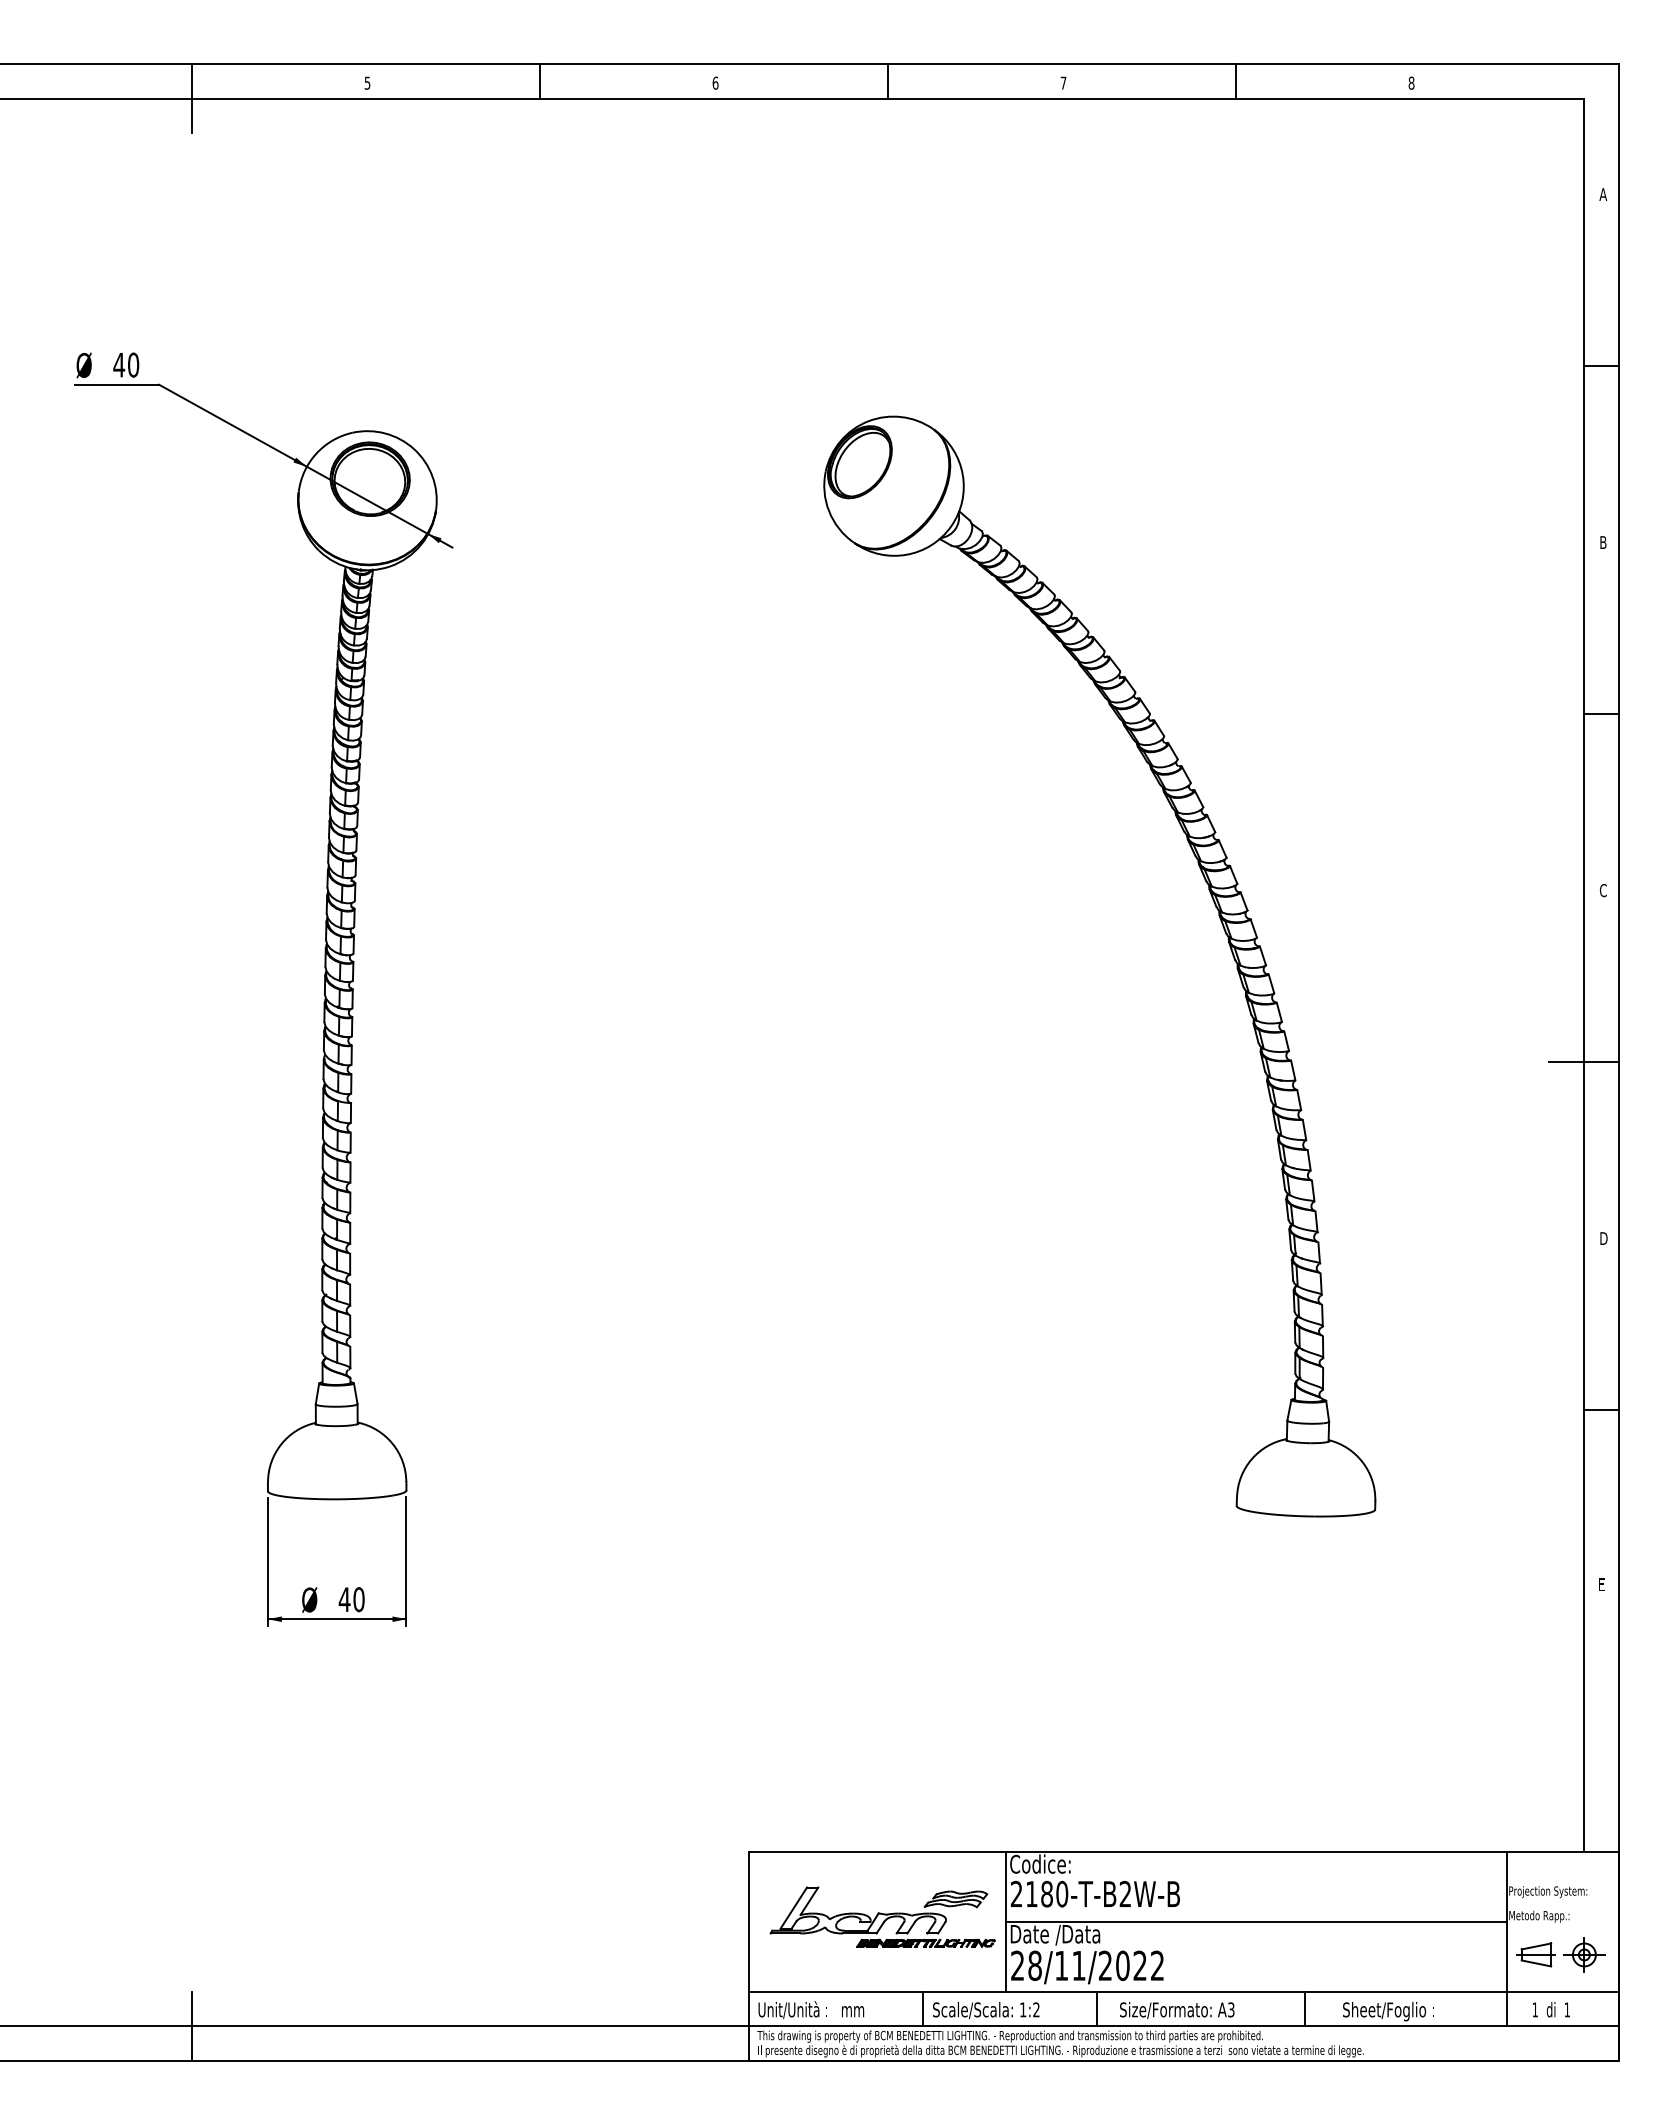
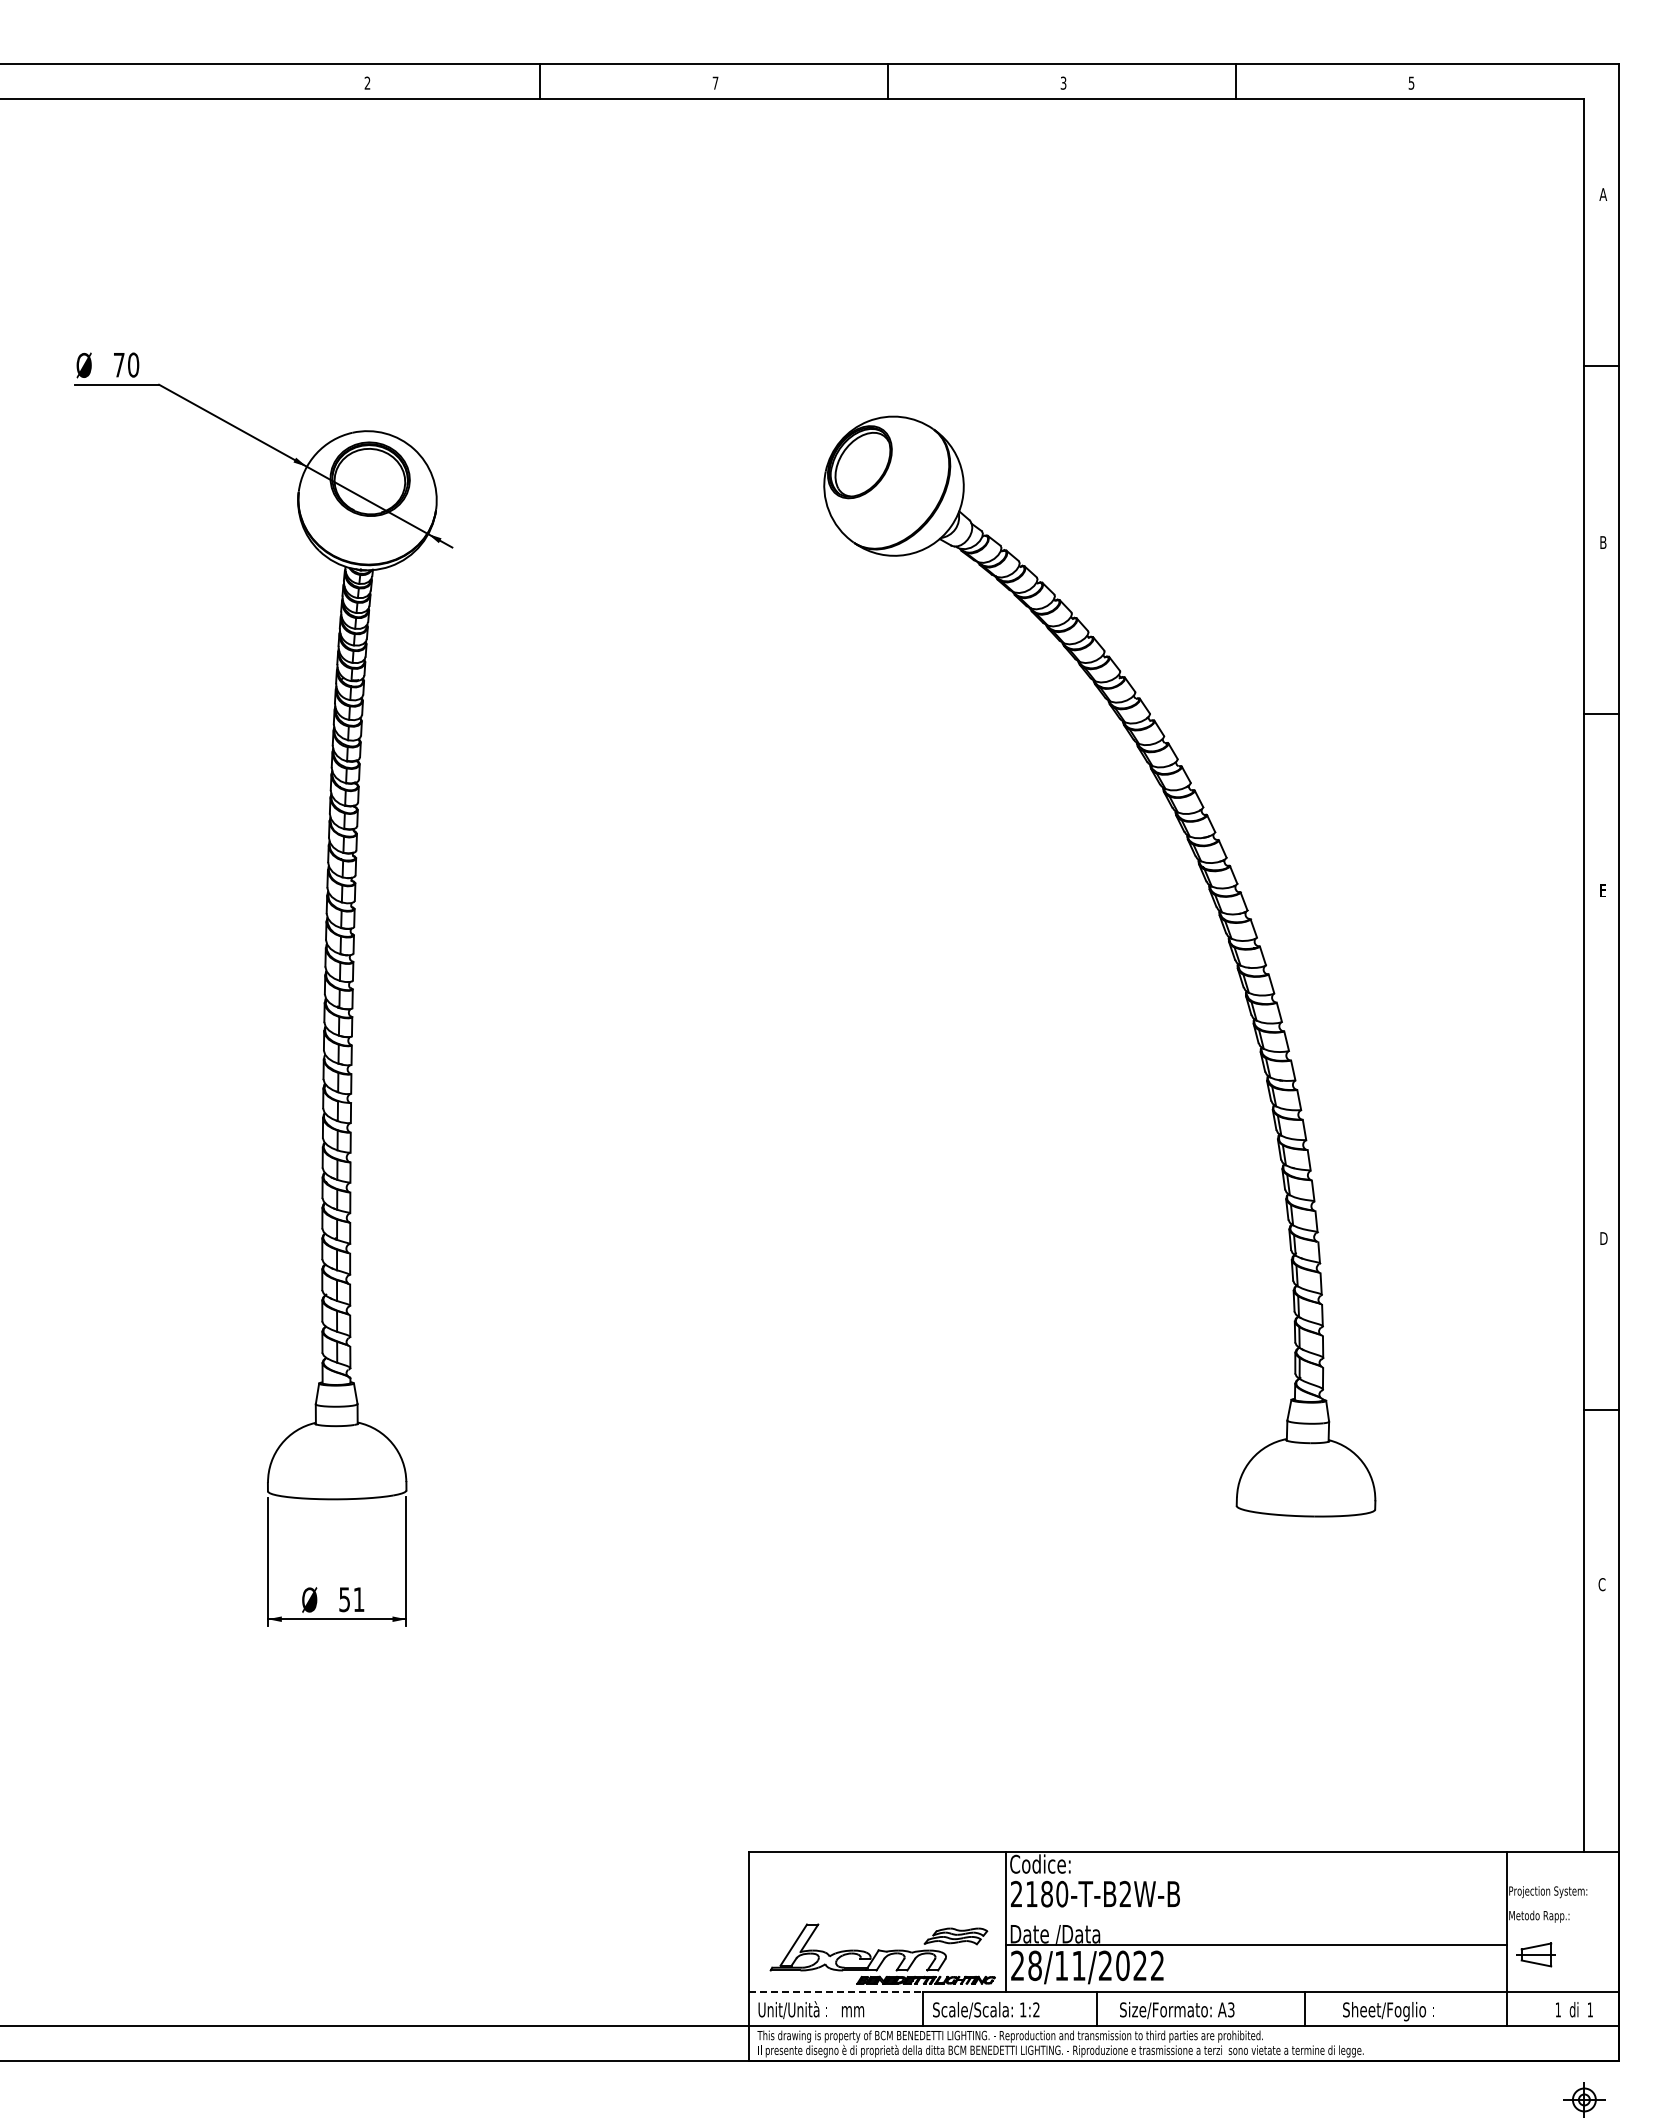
text at (367, 82): 5 -> 2
text at (715, 82): 6 -> 7
text at (1063, 82): 7 -> 3
text at (1411, 82): 8 -> 5
line at (192, 98): present -> none
text at (119, 365): 40 -> 70
text at (1602, 890): C -> E
line at (1583, 1062): present -> none
text at (1601, 1584): E -> C
text at (351, 1599): 40 -> 51
part at (882, 1916) position: (882, 1916) -> (882, 1953)
line at (1256, 1922) position: (1256, 1922) -> (1256, 1945)
part at (1584, 1954) position: (1584, 1954) -> (1584, 2099)
line at (835, 1991): solid -> dashed
text at (1551, 2009) position: (1551, 2009) -> (1574, 2009)
line at (192, 2026): present -> none
